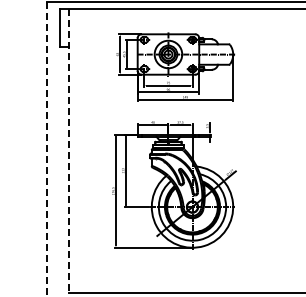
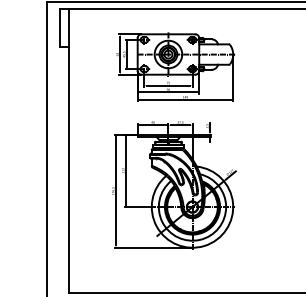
line at (47, 149): dashed -> solid
line at (68, 151): dashed -> solid
